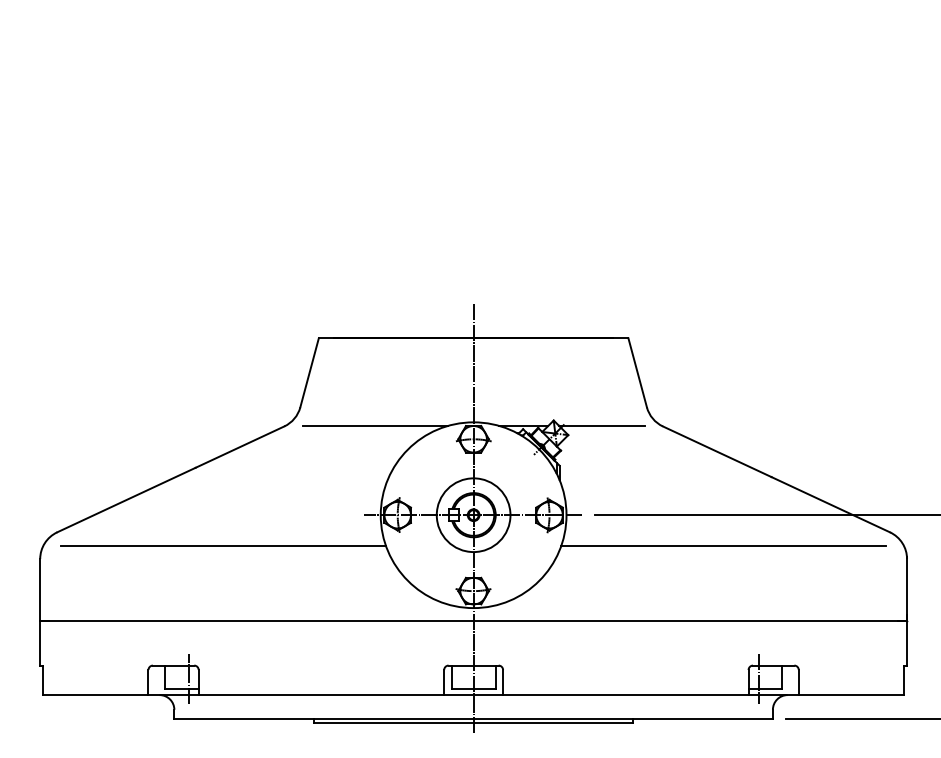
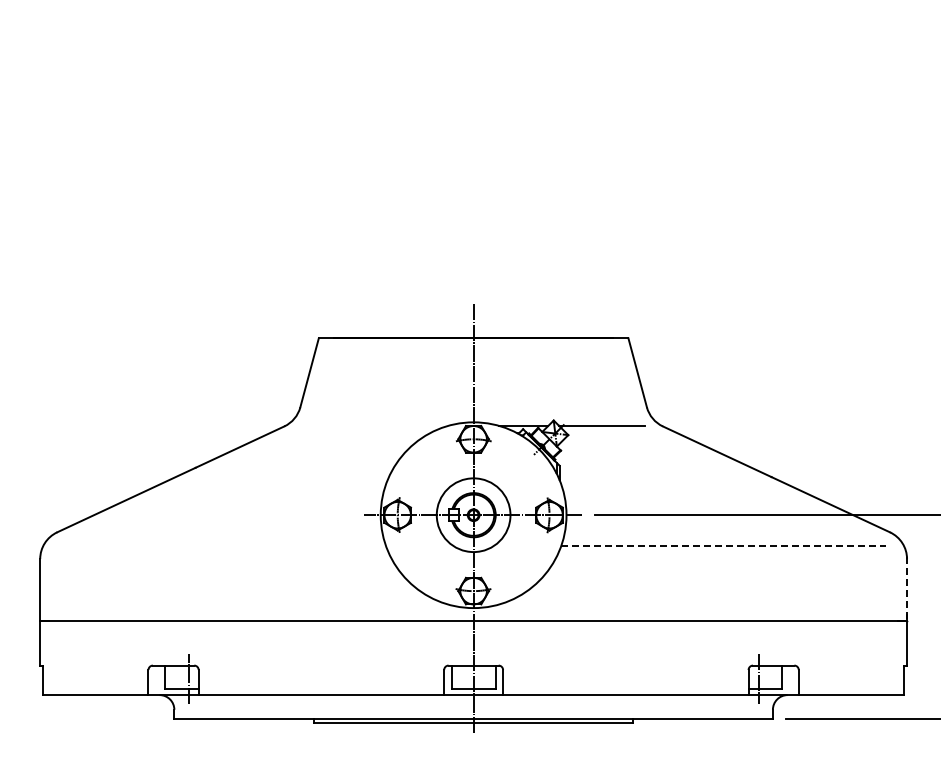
line at (375, 425): present -> none
line at (222, 545): present -> none
line at (724, 545): solid -> dashed
line at (907, 589): solid -> dashed
